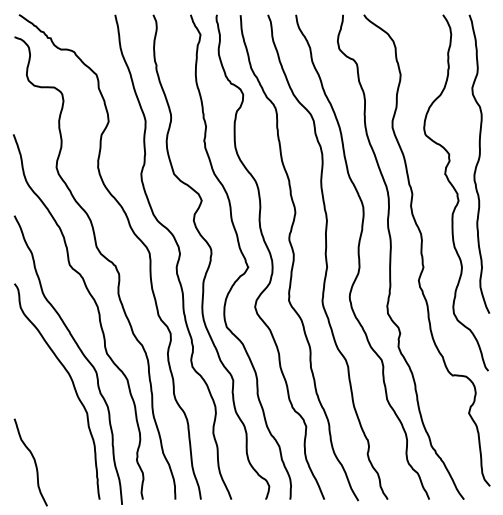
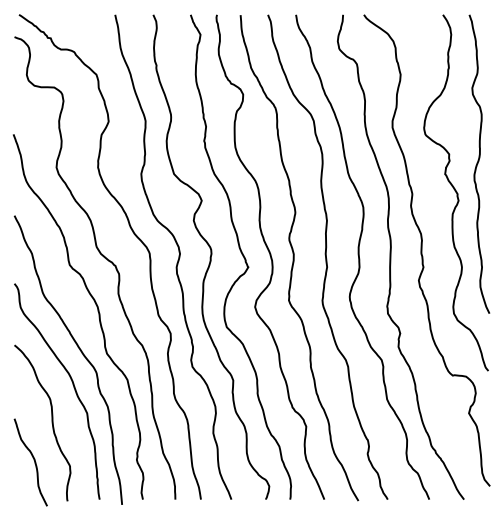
curve at (51, 422): none -> present
